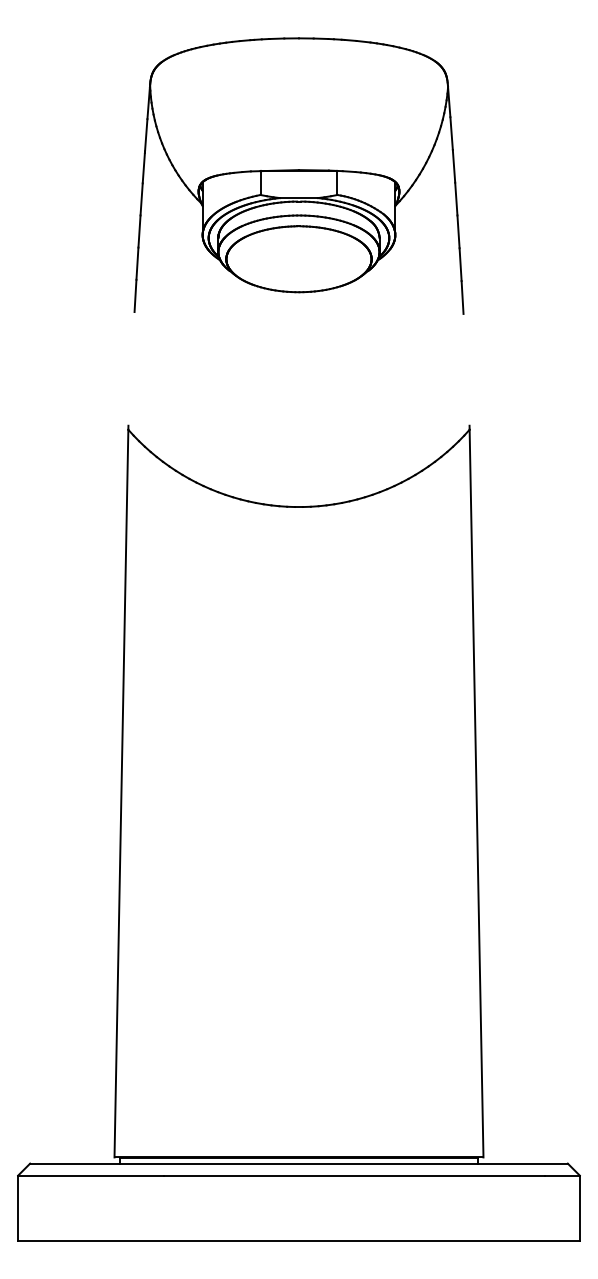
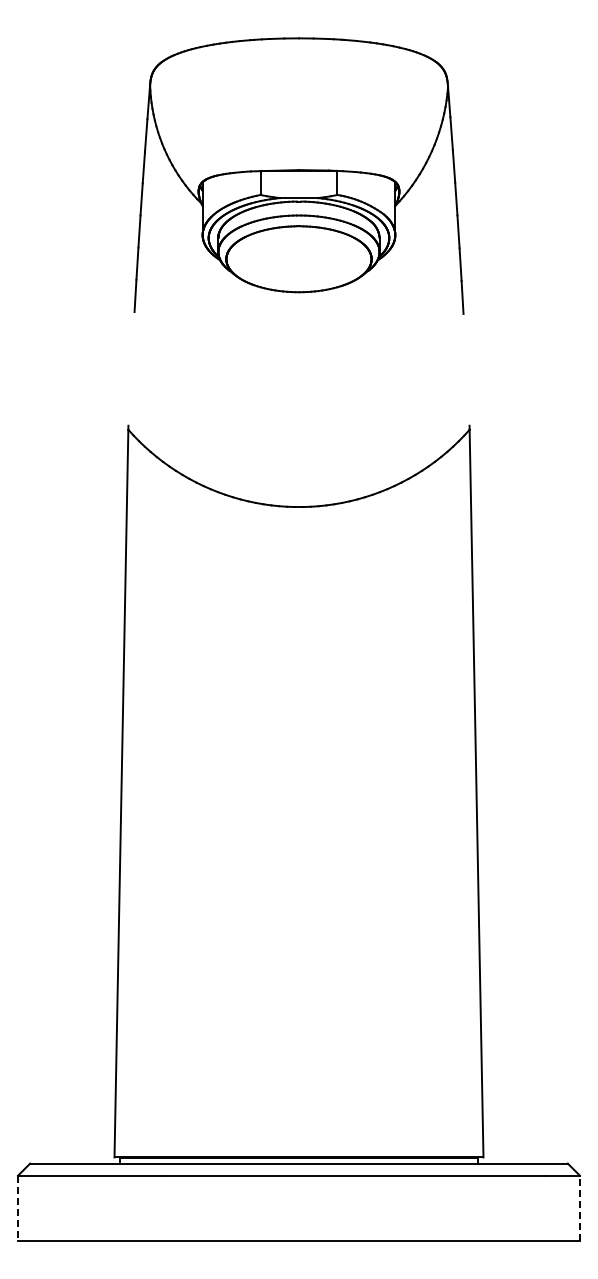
line at (579, 1207): solid -> dashed
line at (18, 1208): solid -> dashed
